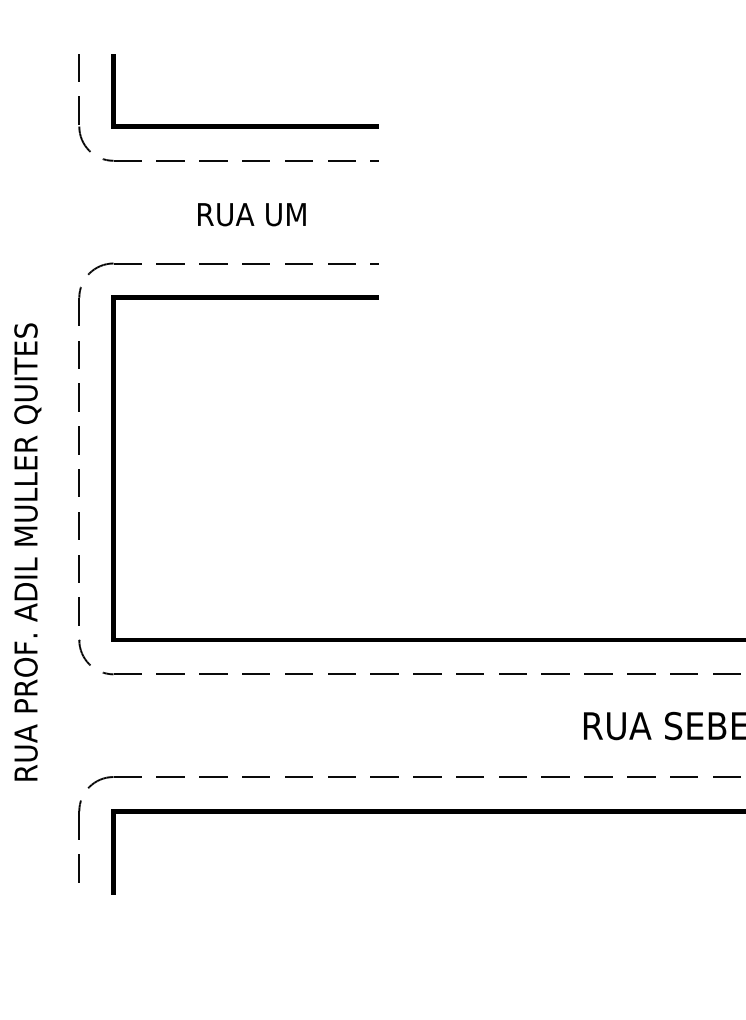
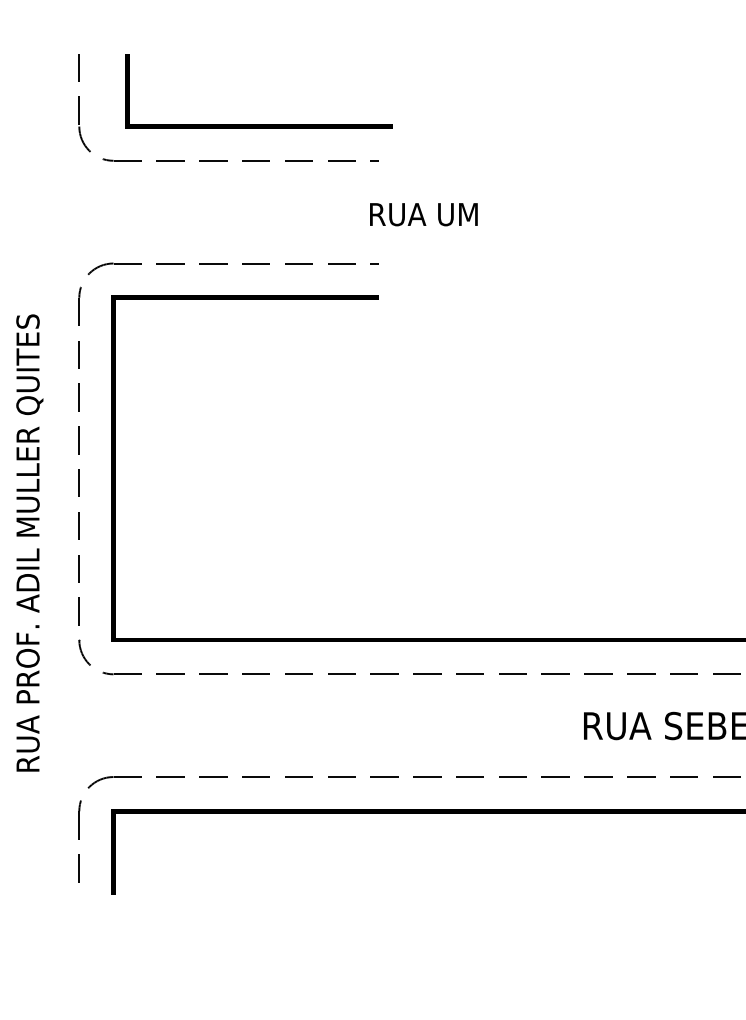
line at (244, 124) position: (244, 124) -> (258, 124)
text at (251, 214) position: (251, 214) -> (423, 214)
text at (27, 551) position: (27, 551) -> (29, 542)
